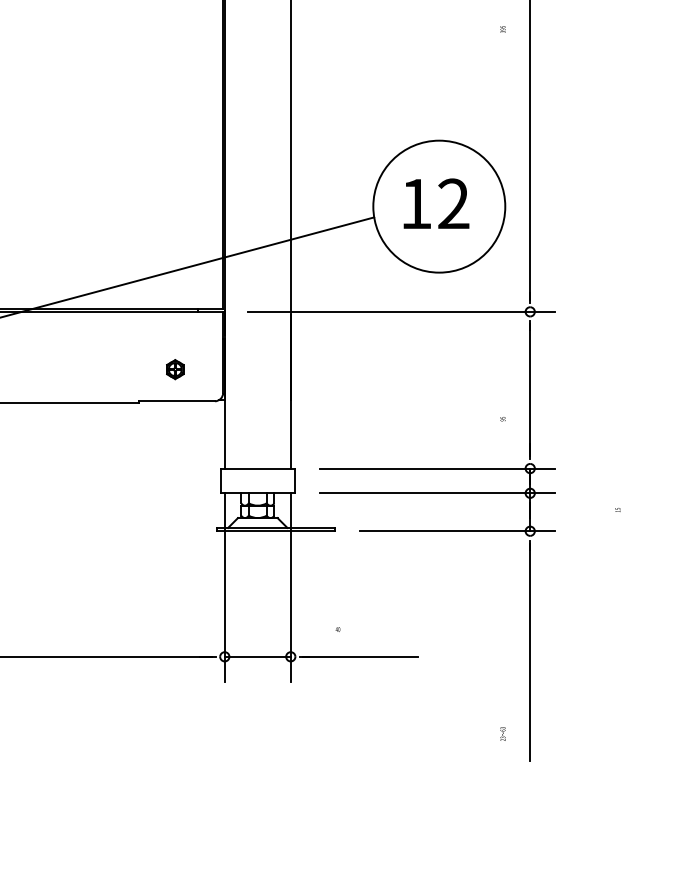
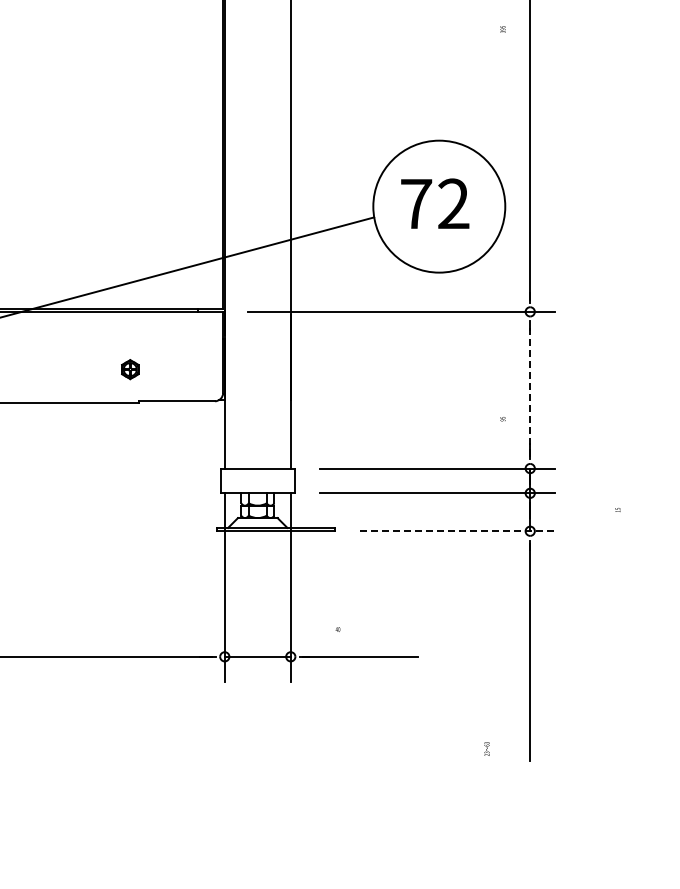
text at (416, 203): 12 -> 72
part at (175, 369) position: (175, 369) -> (130, 369)
line at (530, 390): solid -> dashed
line at (458, 531): solid -> dashed
text at (502, 733) position: (502, 733) -> (486, 748)
